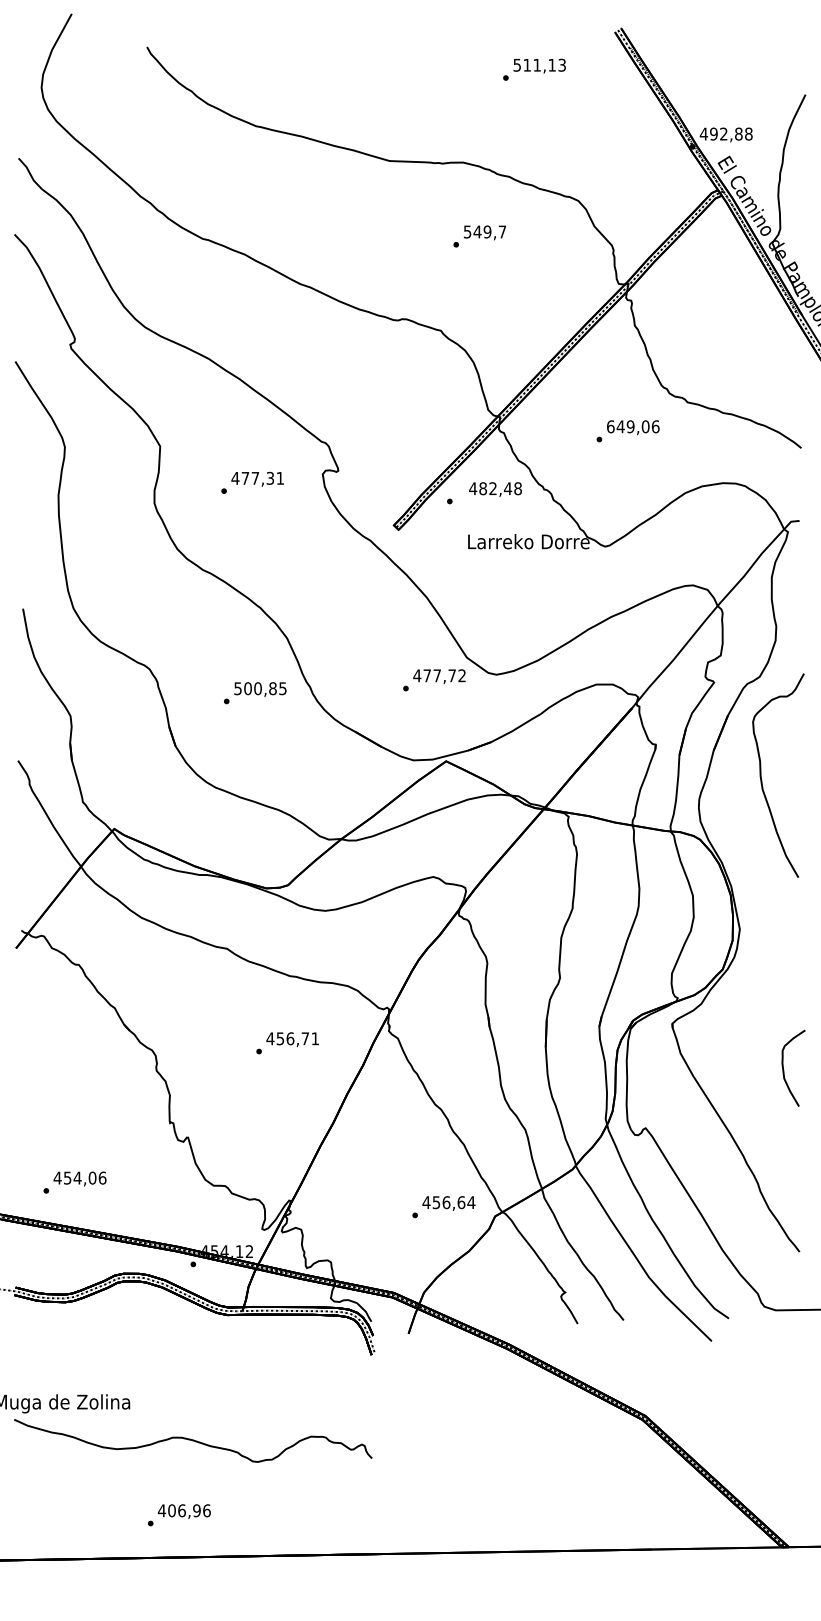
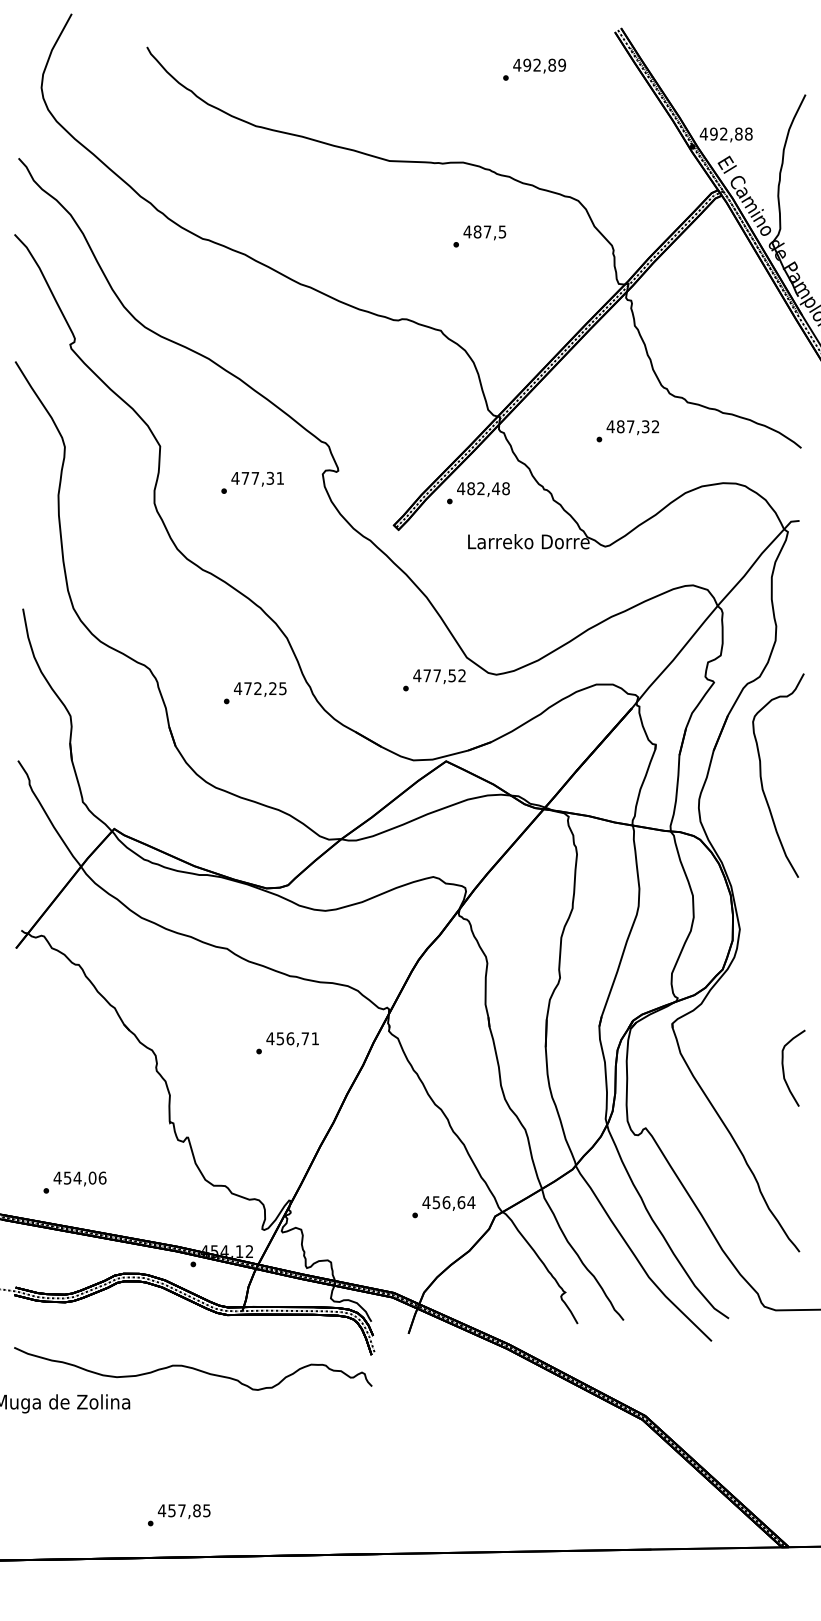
text at (539, 64): 511,13 -> 492,89
text at (484, 231): 549,7 -> 487,5
text at (632, 426): 649,06 -> 487,32
text at (495, 489) position: (495, 489) -> (483, 489)
text at (451, 675): 477,72 -> 477,52
text at (254, 688): 500,85 -> 472,25
curve at (193, 1440) position: (193, 1440) -> (193, 1368)
text at (189, 1510): 406,96 -> 457,85
